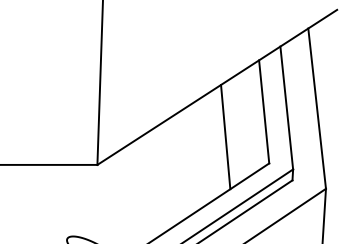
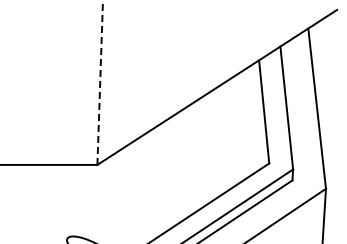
line at (100, 82): solid -> dashed
line at (225, 136): present -> none
